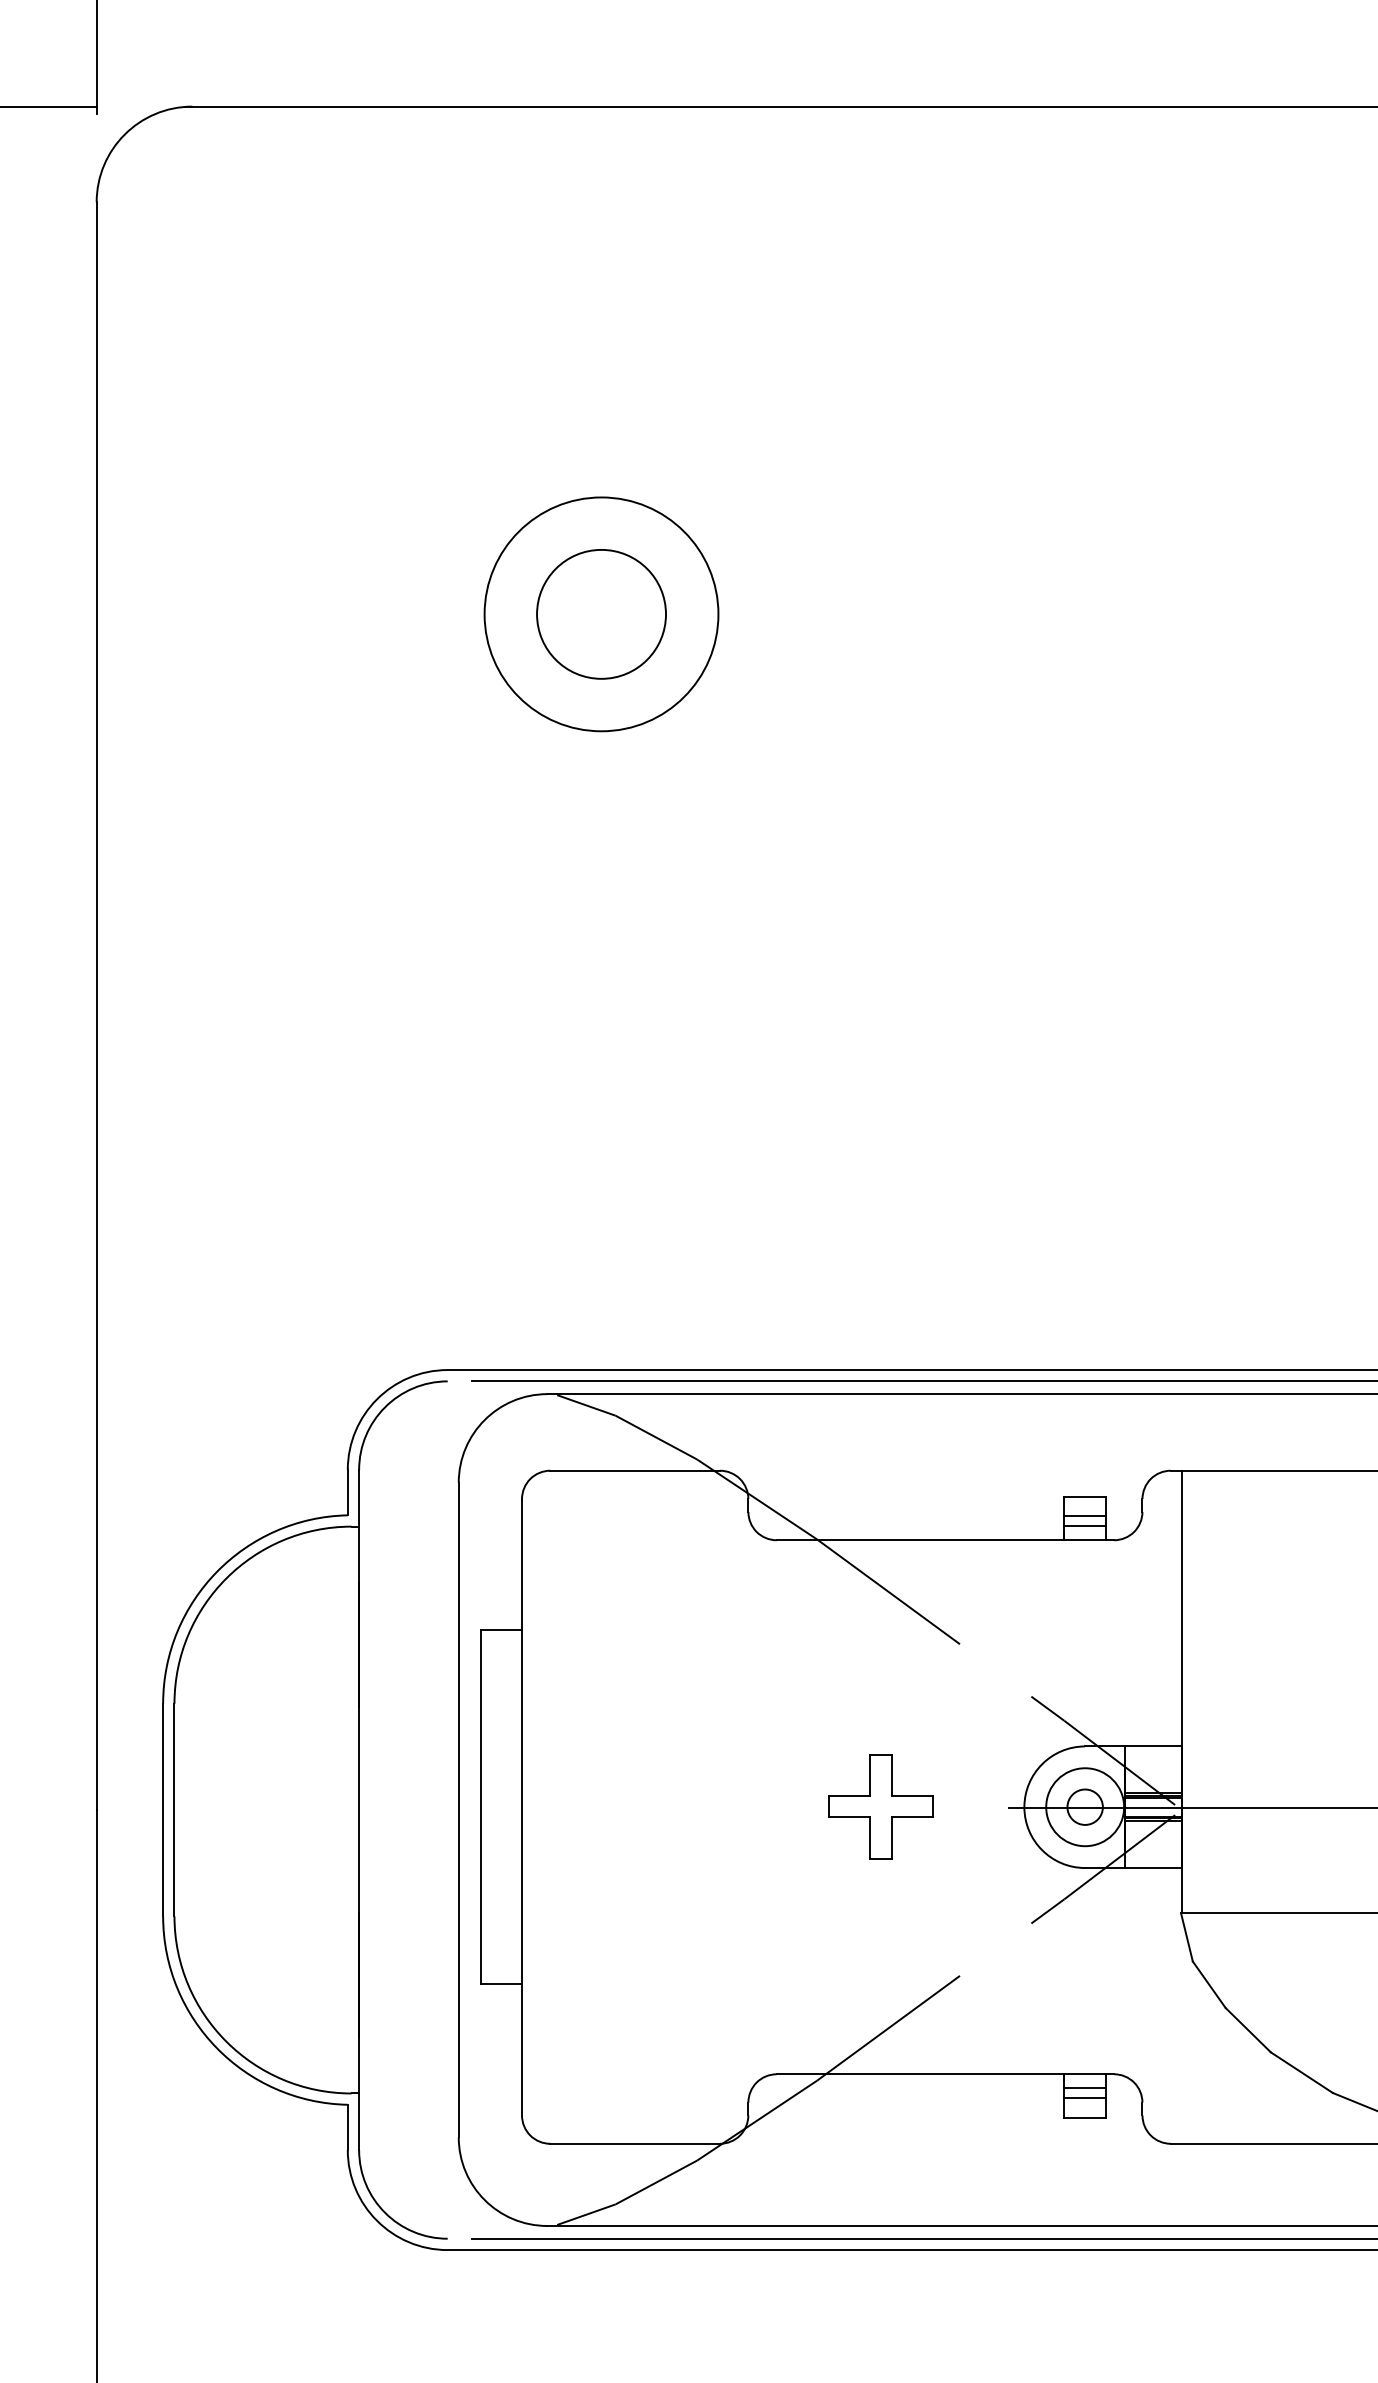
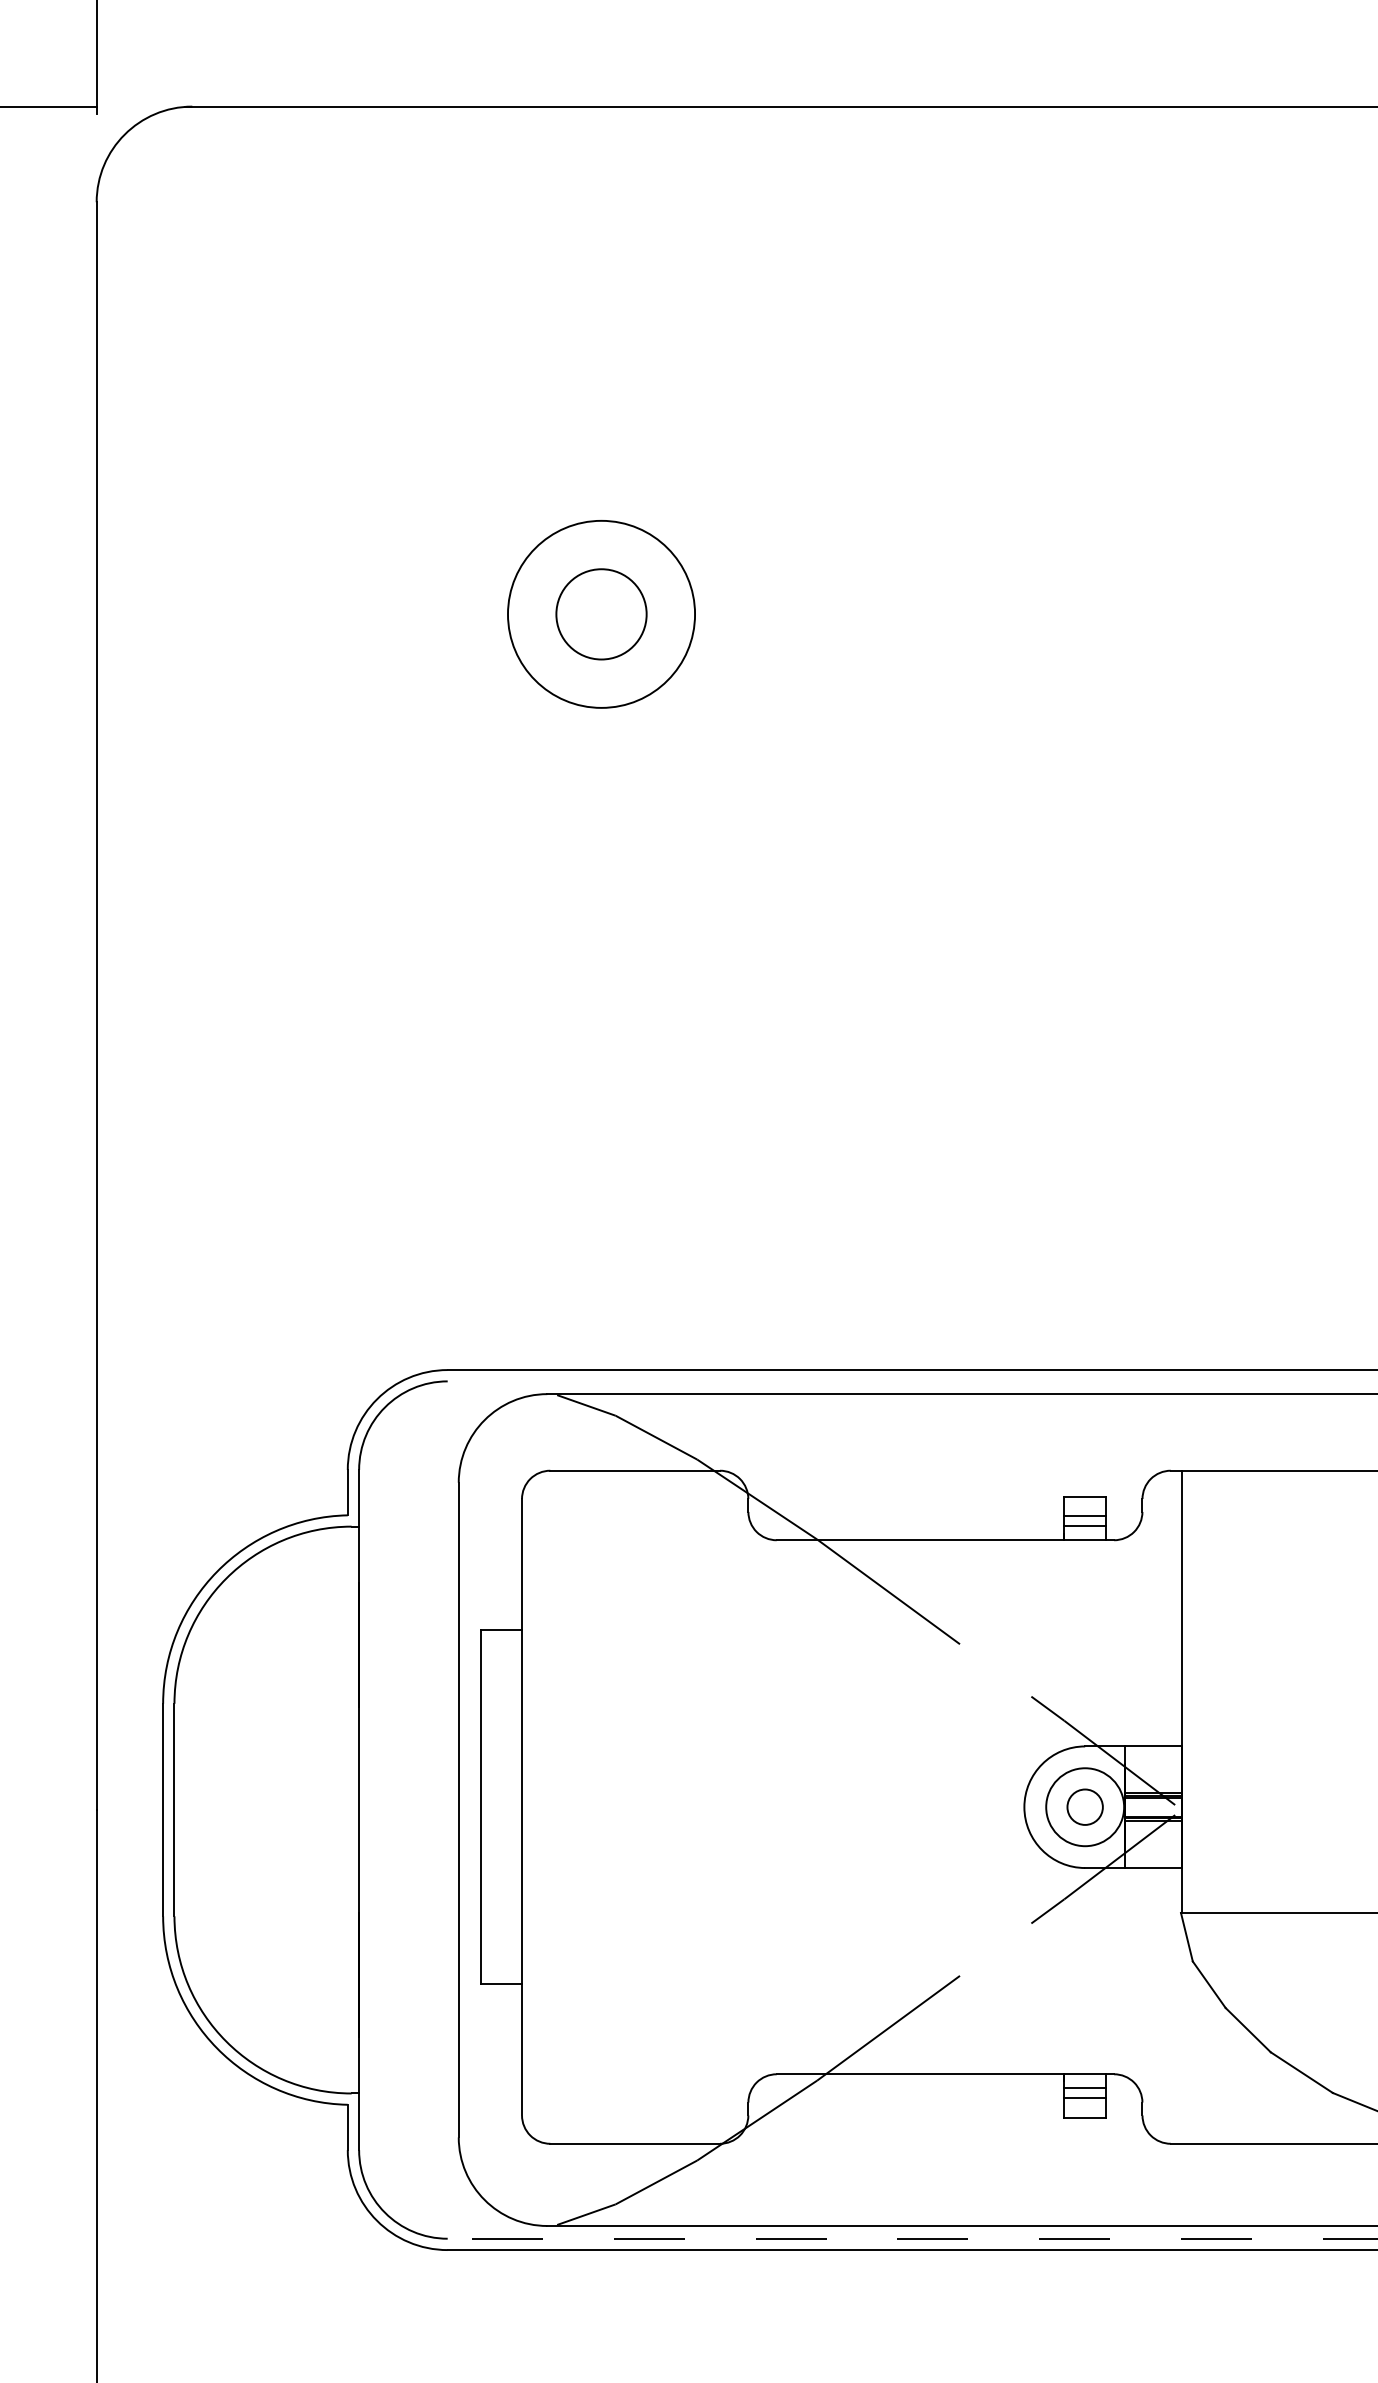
circle at (601, 613) diameter: 129 px -> 90 px
circle at (601, 614) diameter: 234 px -> 187 px
line at (923, 1381): present -> none
part at (880, 1806): present -> none
line at (1191, 1807): present -> none
line at (925, 2238): solid -> dashed
